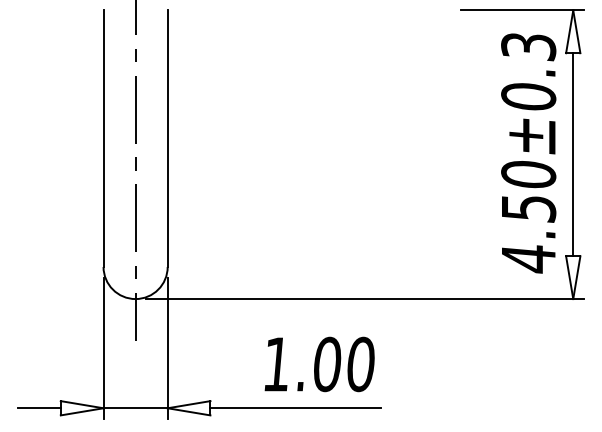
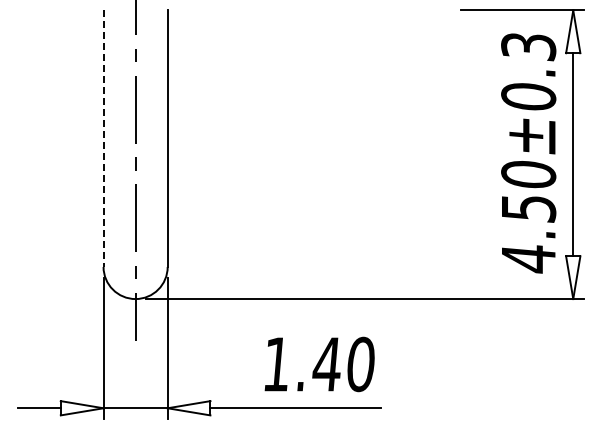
line at (103, 139): solid -> dashed
text at (326, 364): 1.00 -> 1.40
